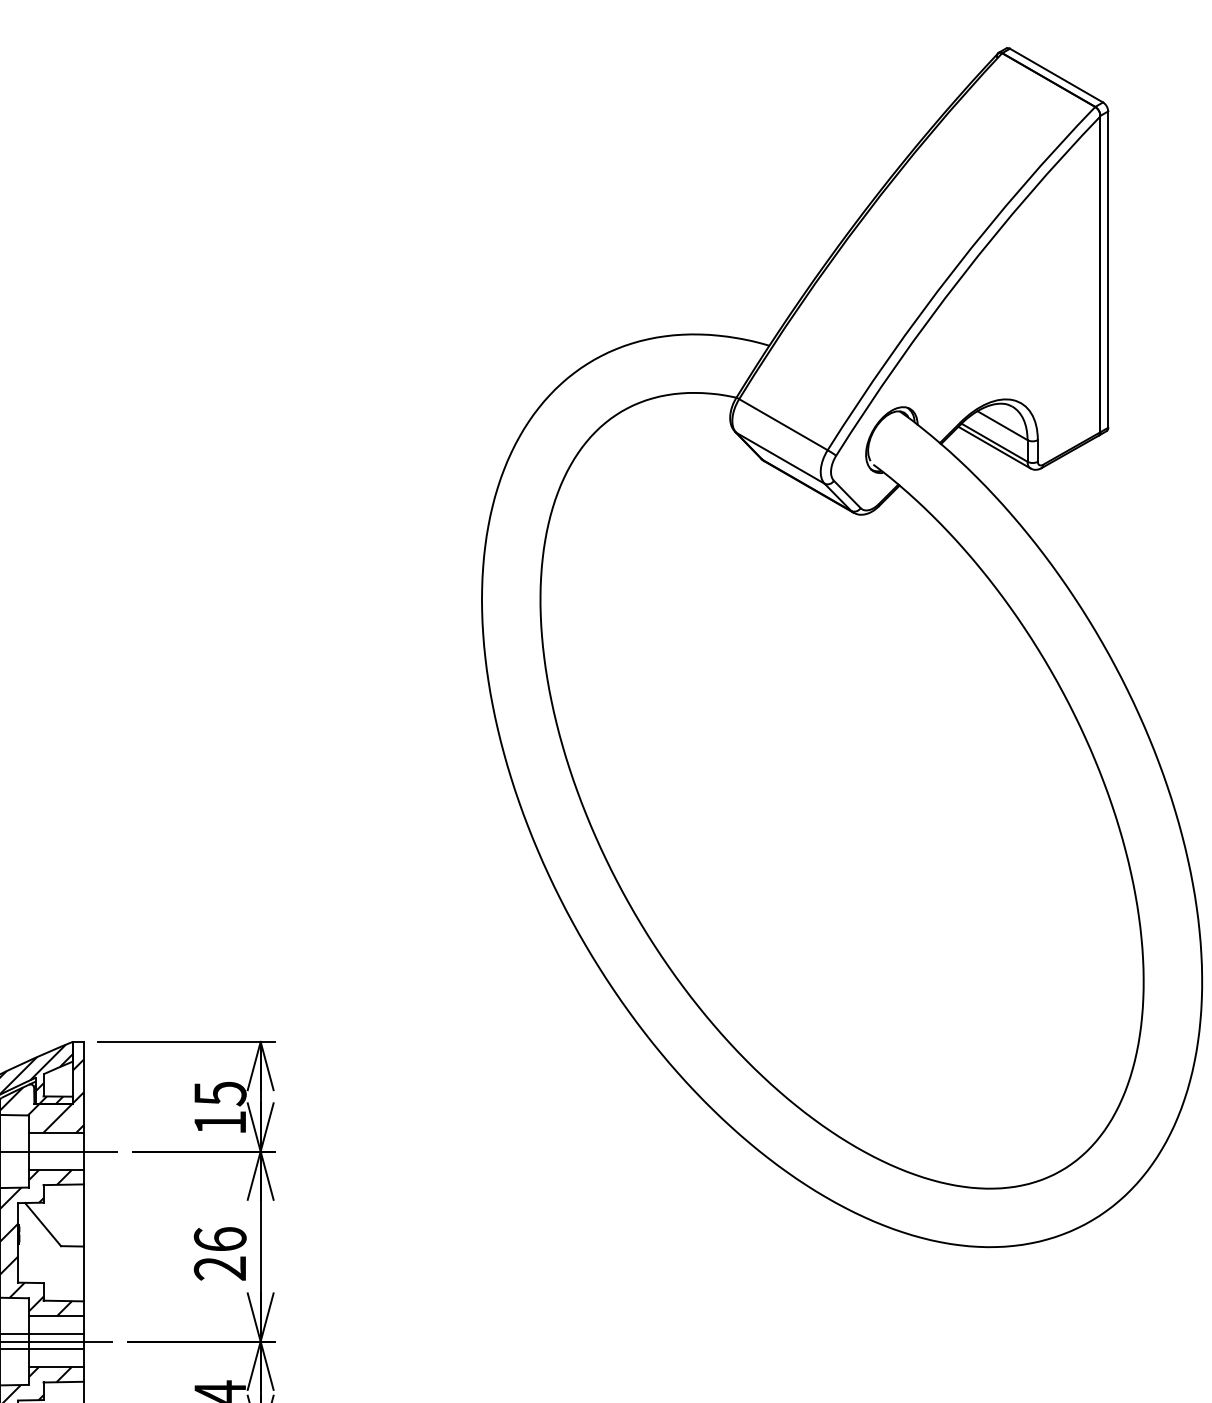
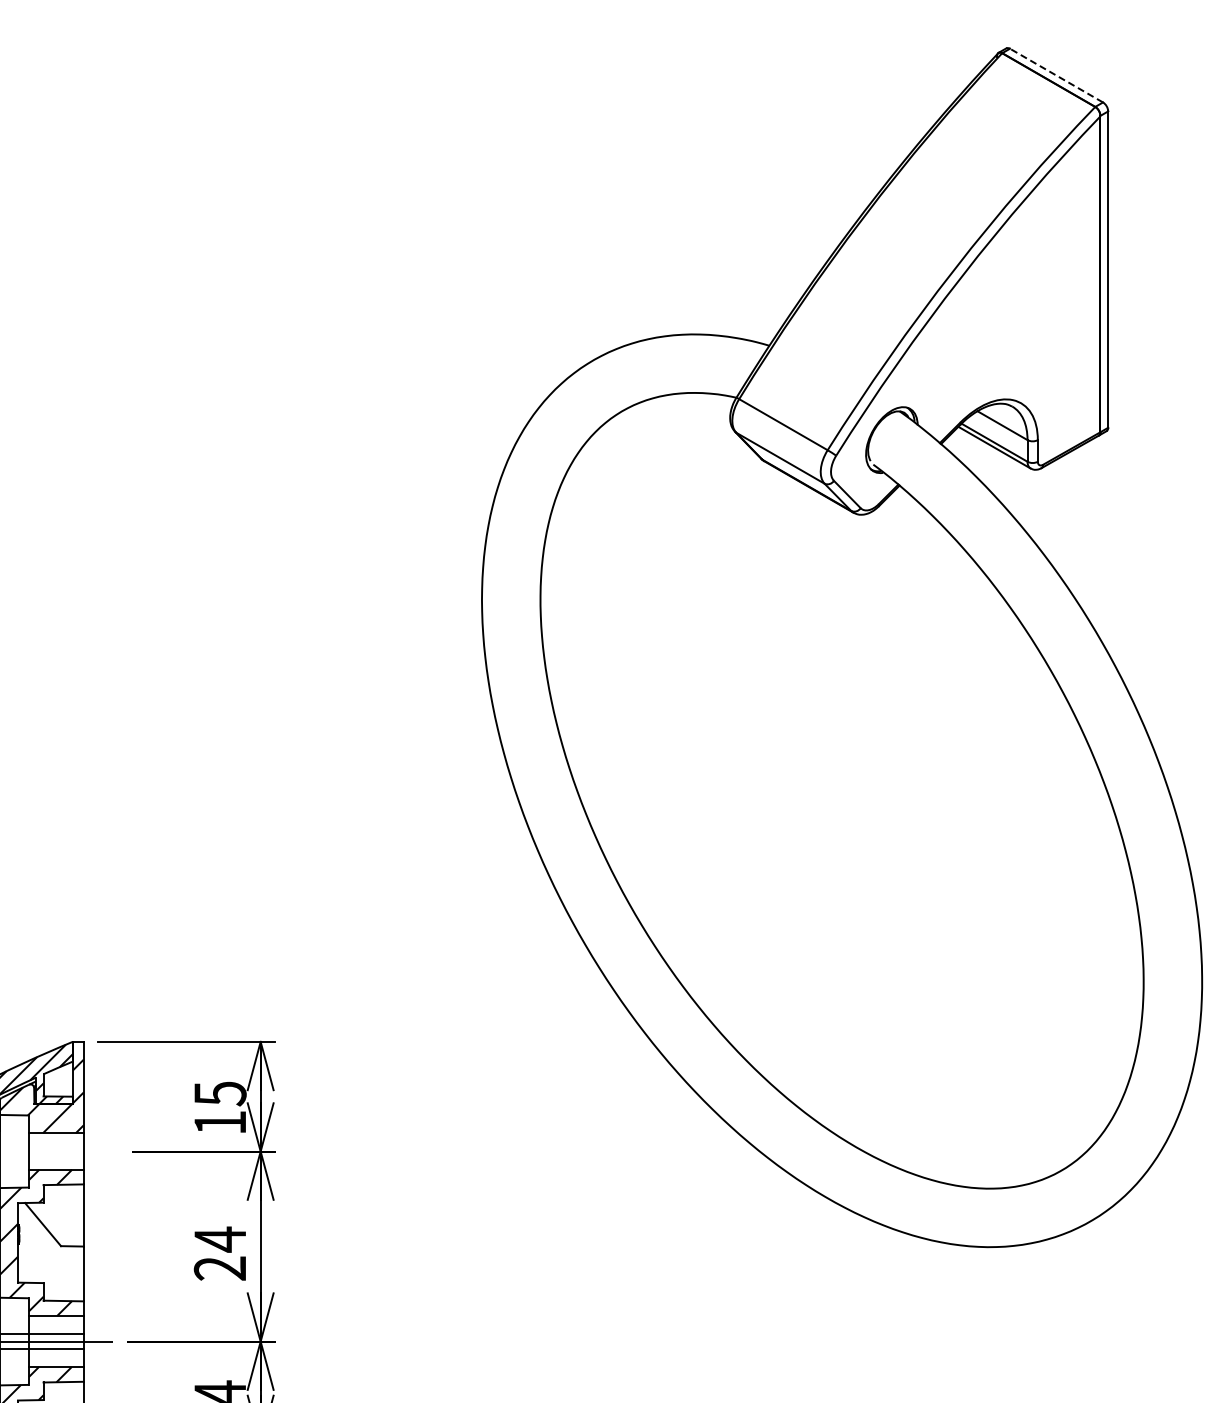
line at (1056, 75): solid -> dashed
line at (60, 1151): present -> none
text at (219, 1239): 26 -> 24
